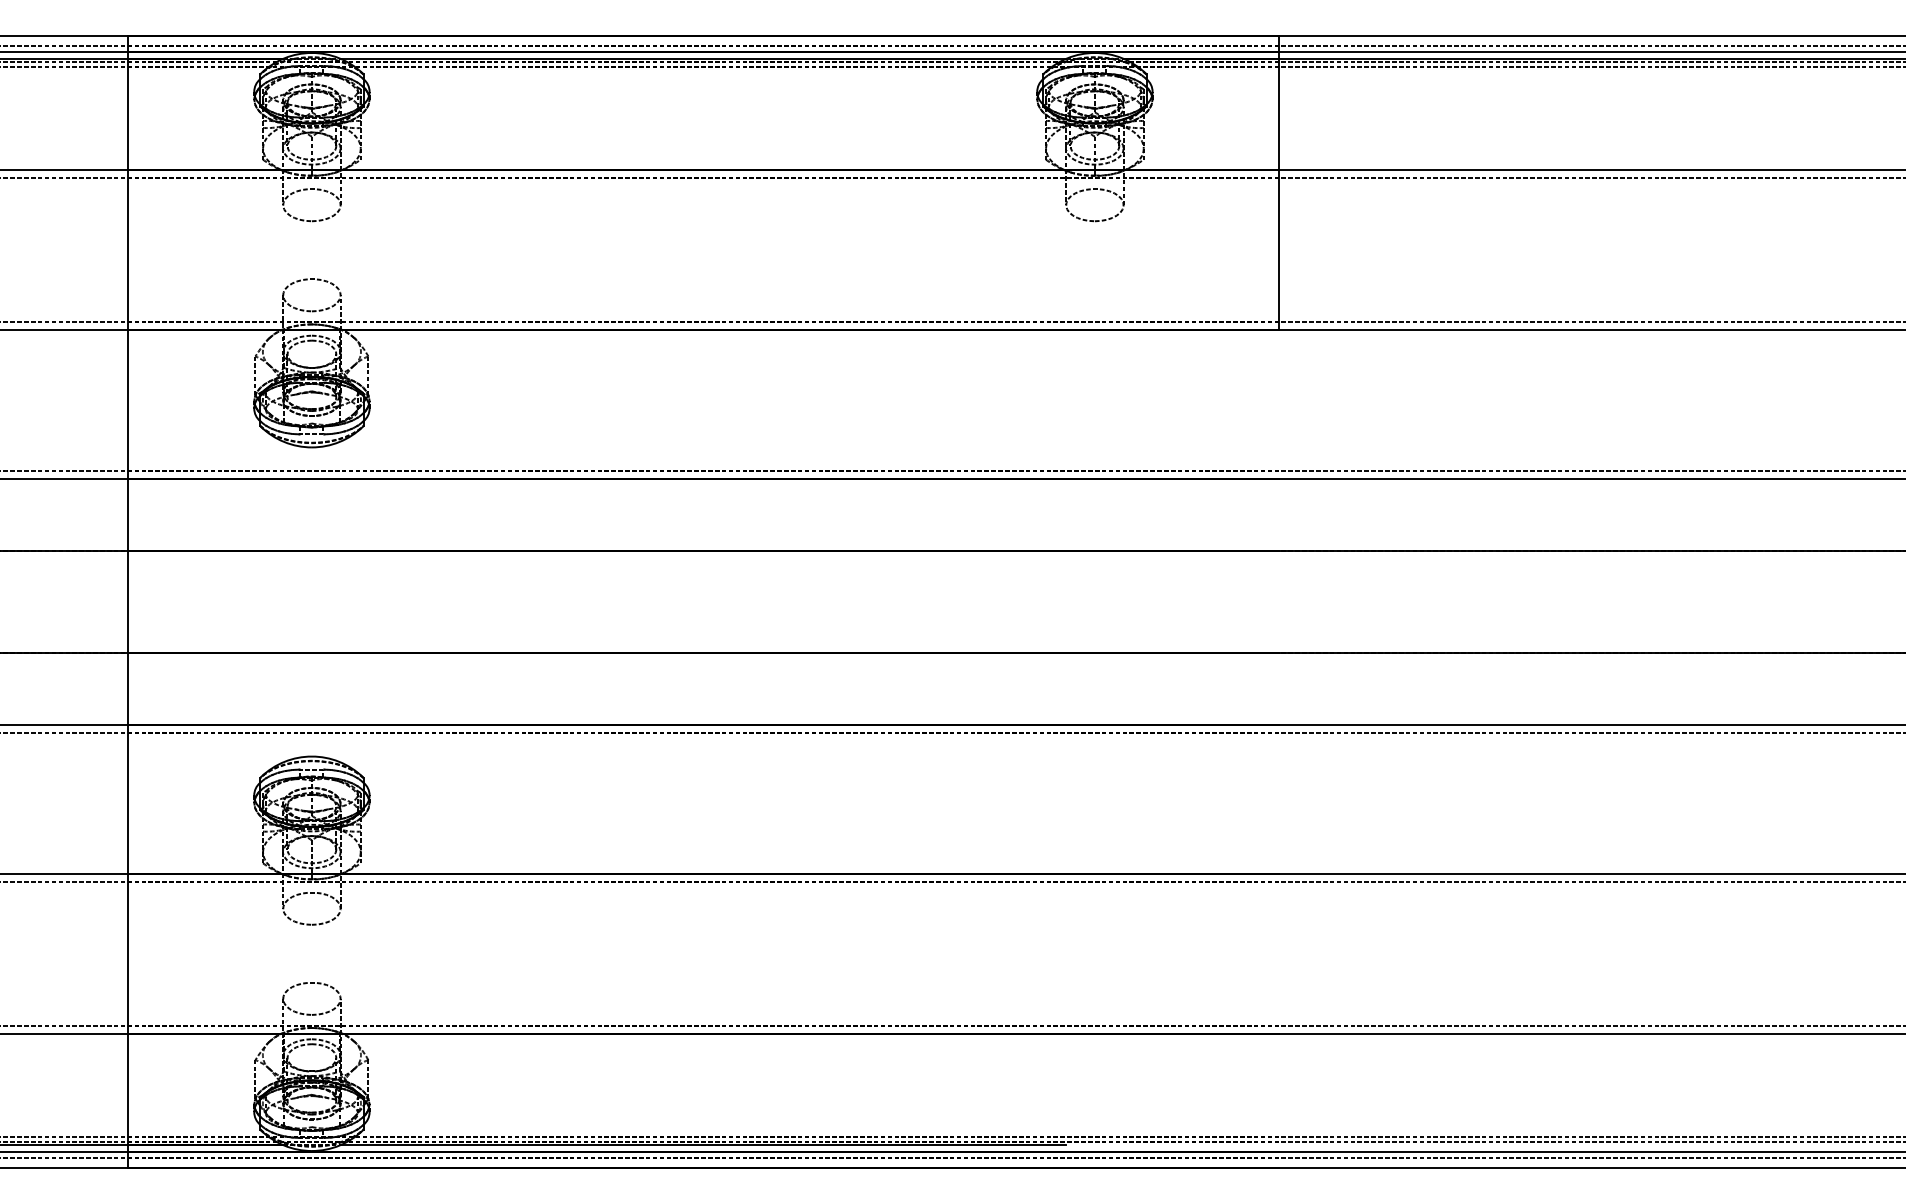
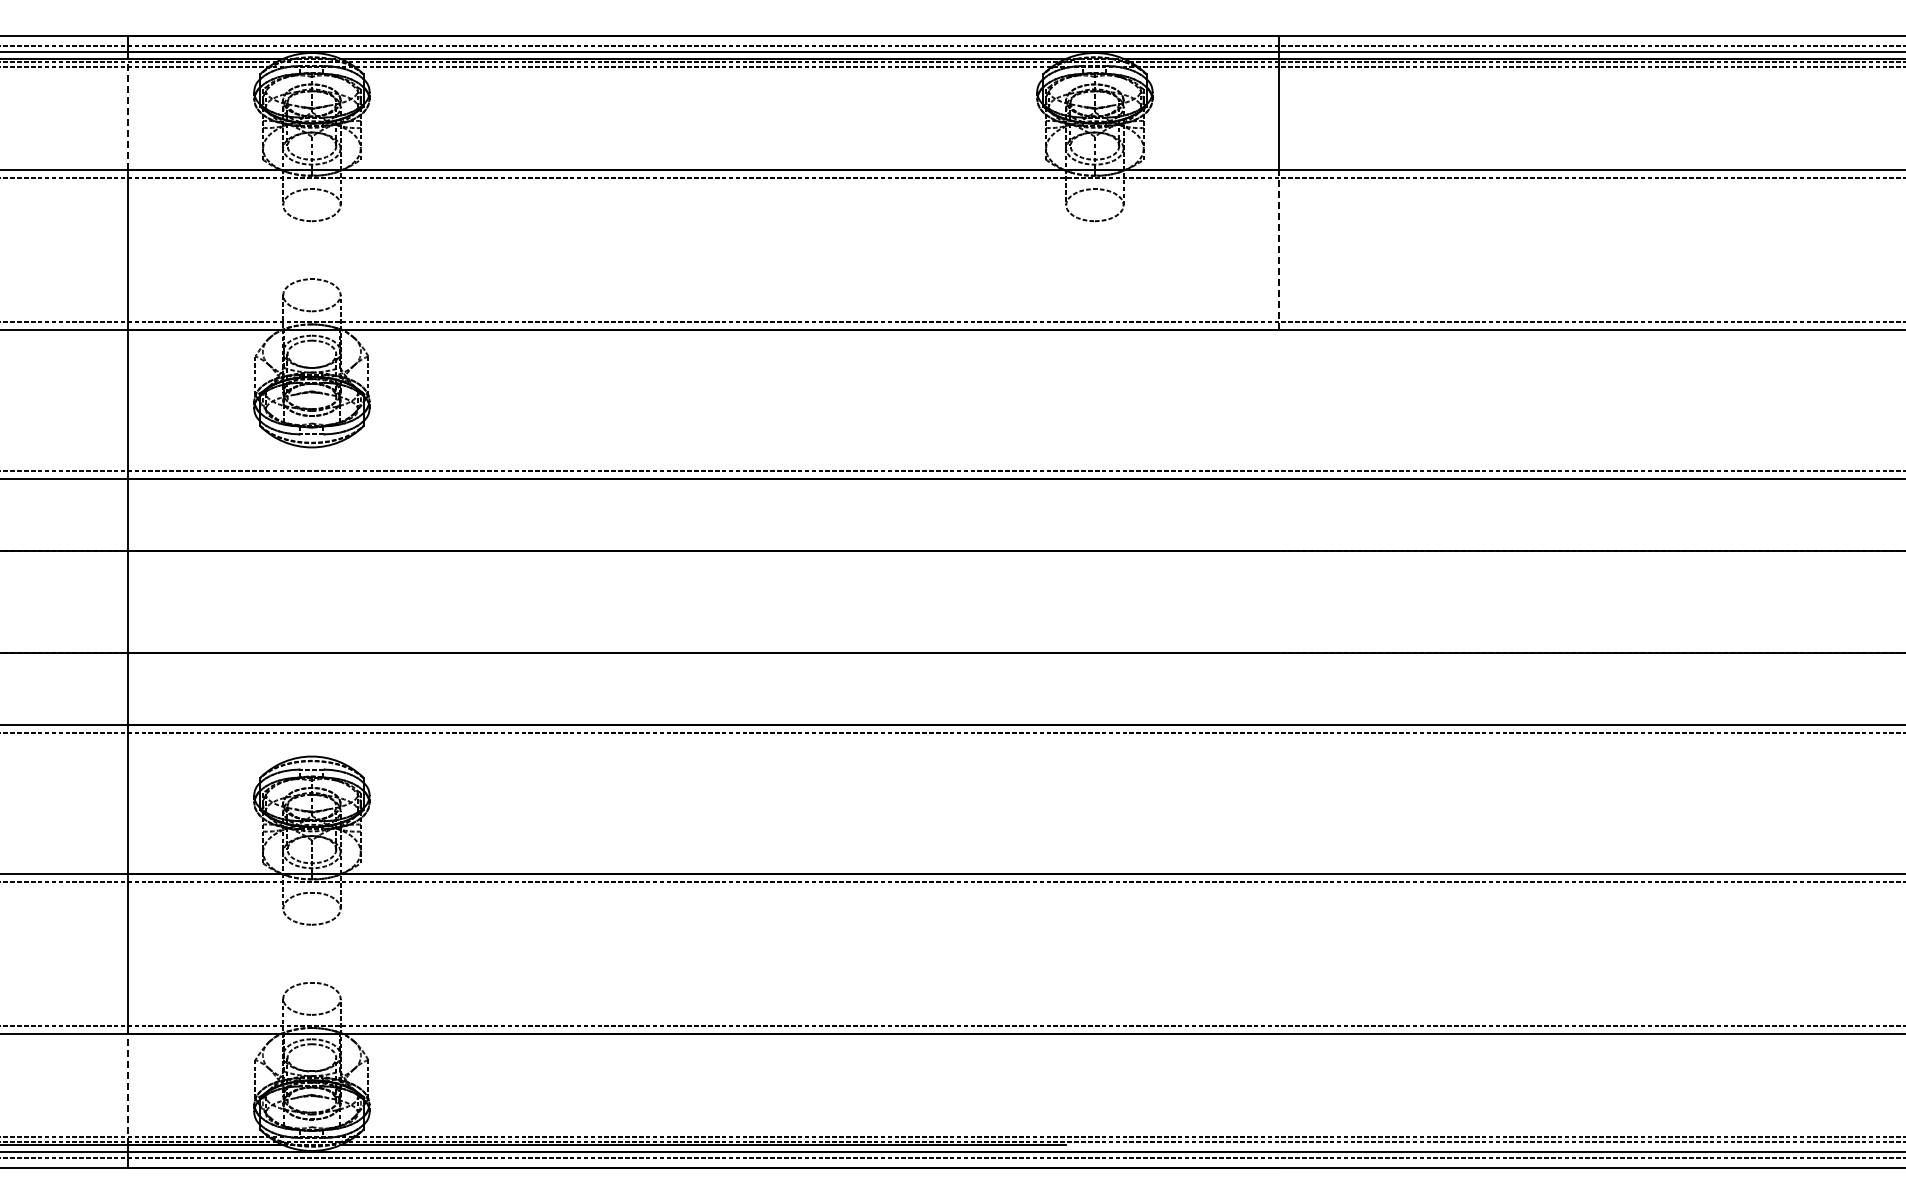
line at (127, 114): solid -> dashed
line at (1279, 249): solid -> dashed
line at (127, 1089): solid -> dashed
